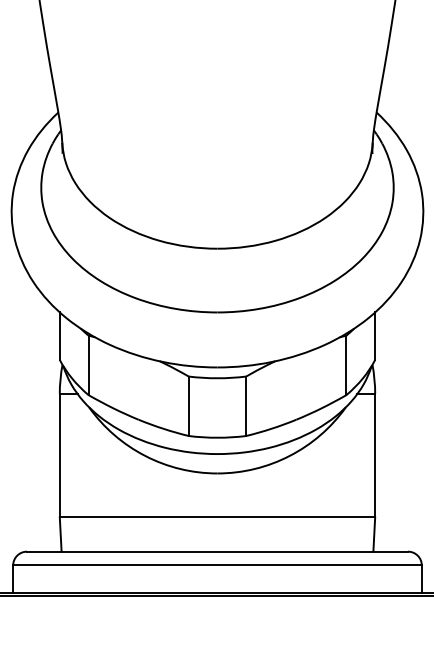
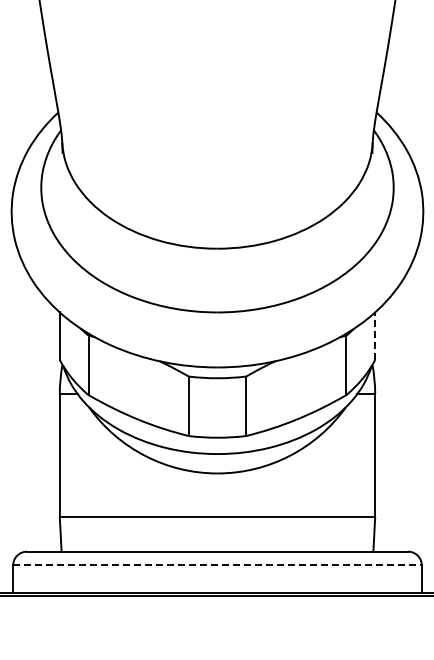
line at (375, 336): solid -> dashed
line at (217, 565): solid -> dashed
